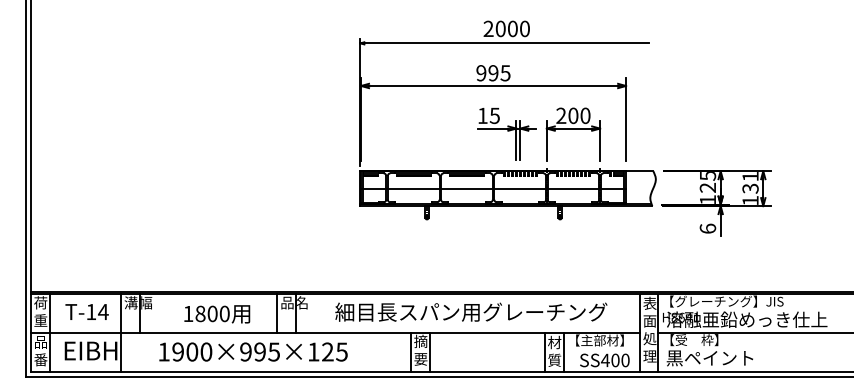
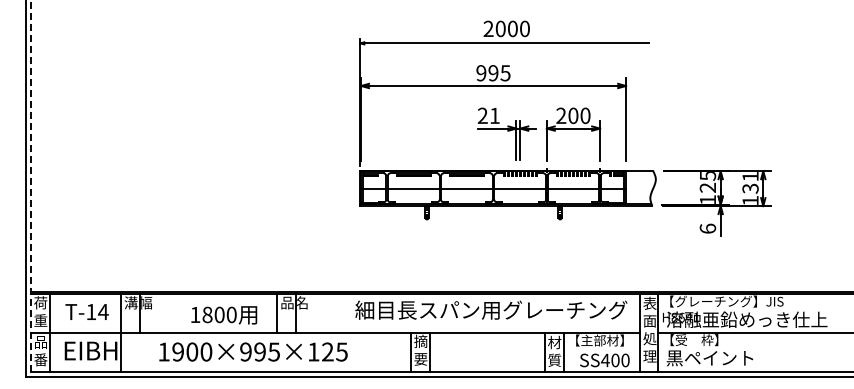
text at (488, 115): 15 -> 21
line at (30, 185): solid -> dashed
text at (471, 311) position: (471, 311) -> (491, 309)
text at (217, 314) position: (217, 314) -> (224, 315)
